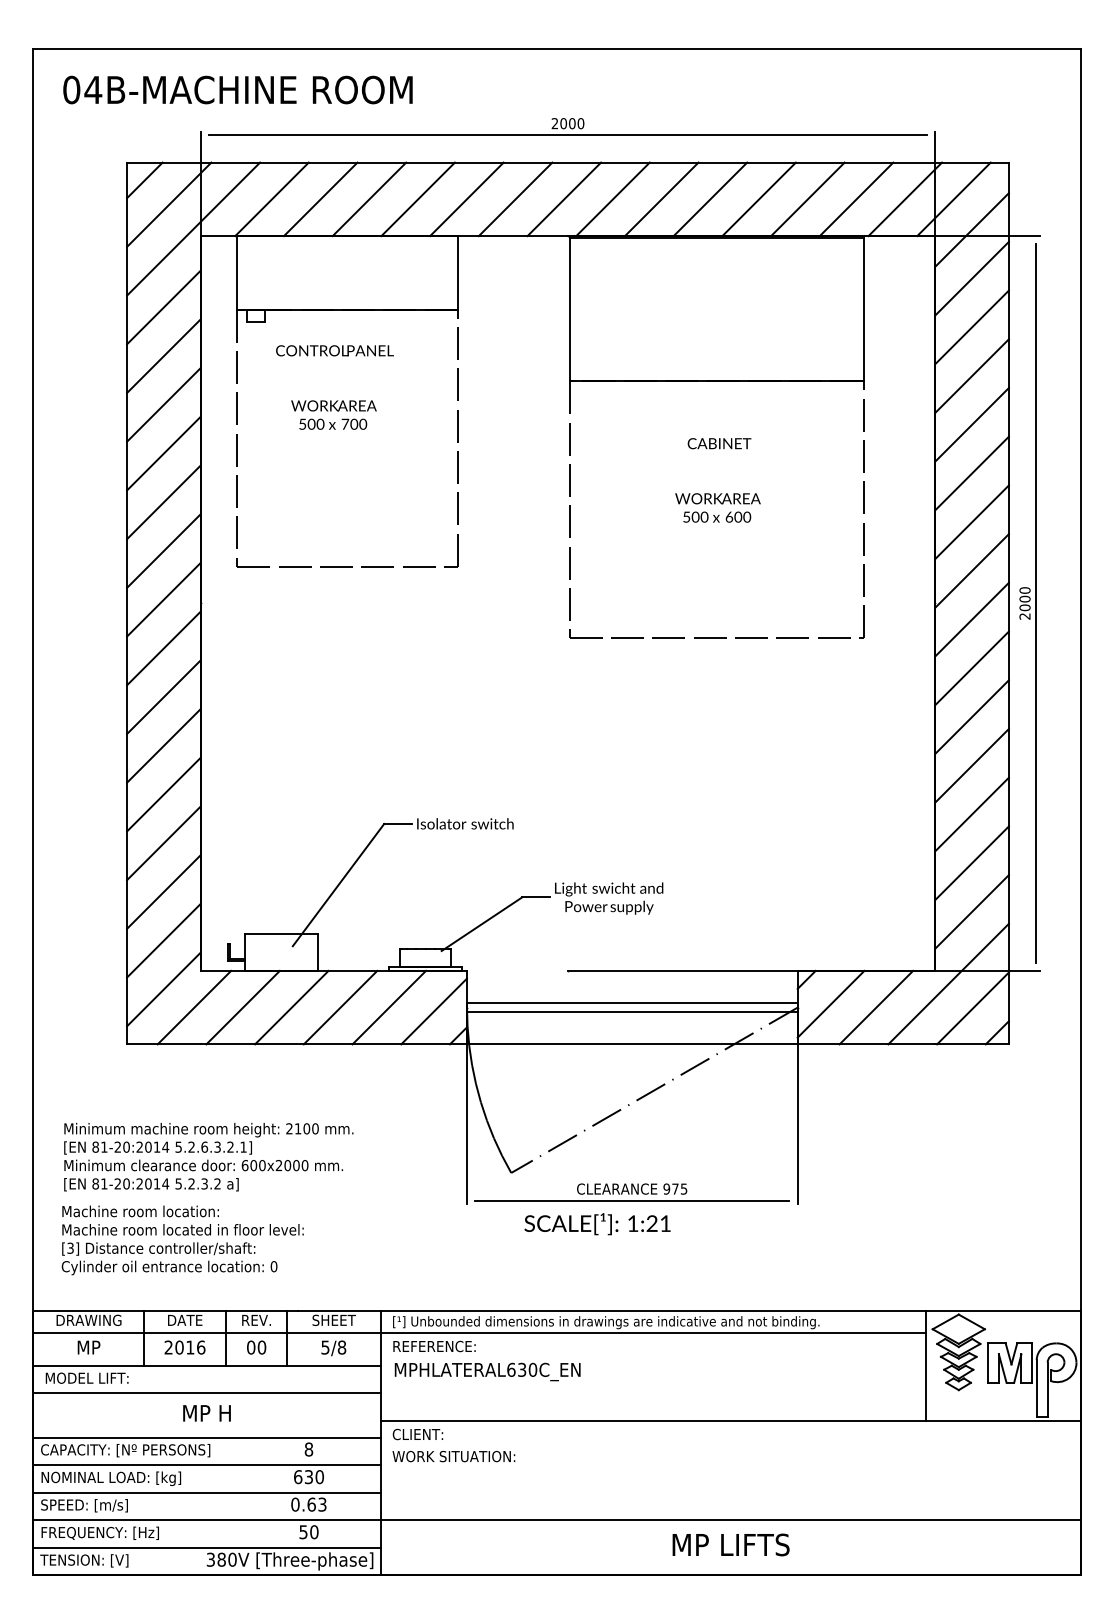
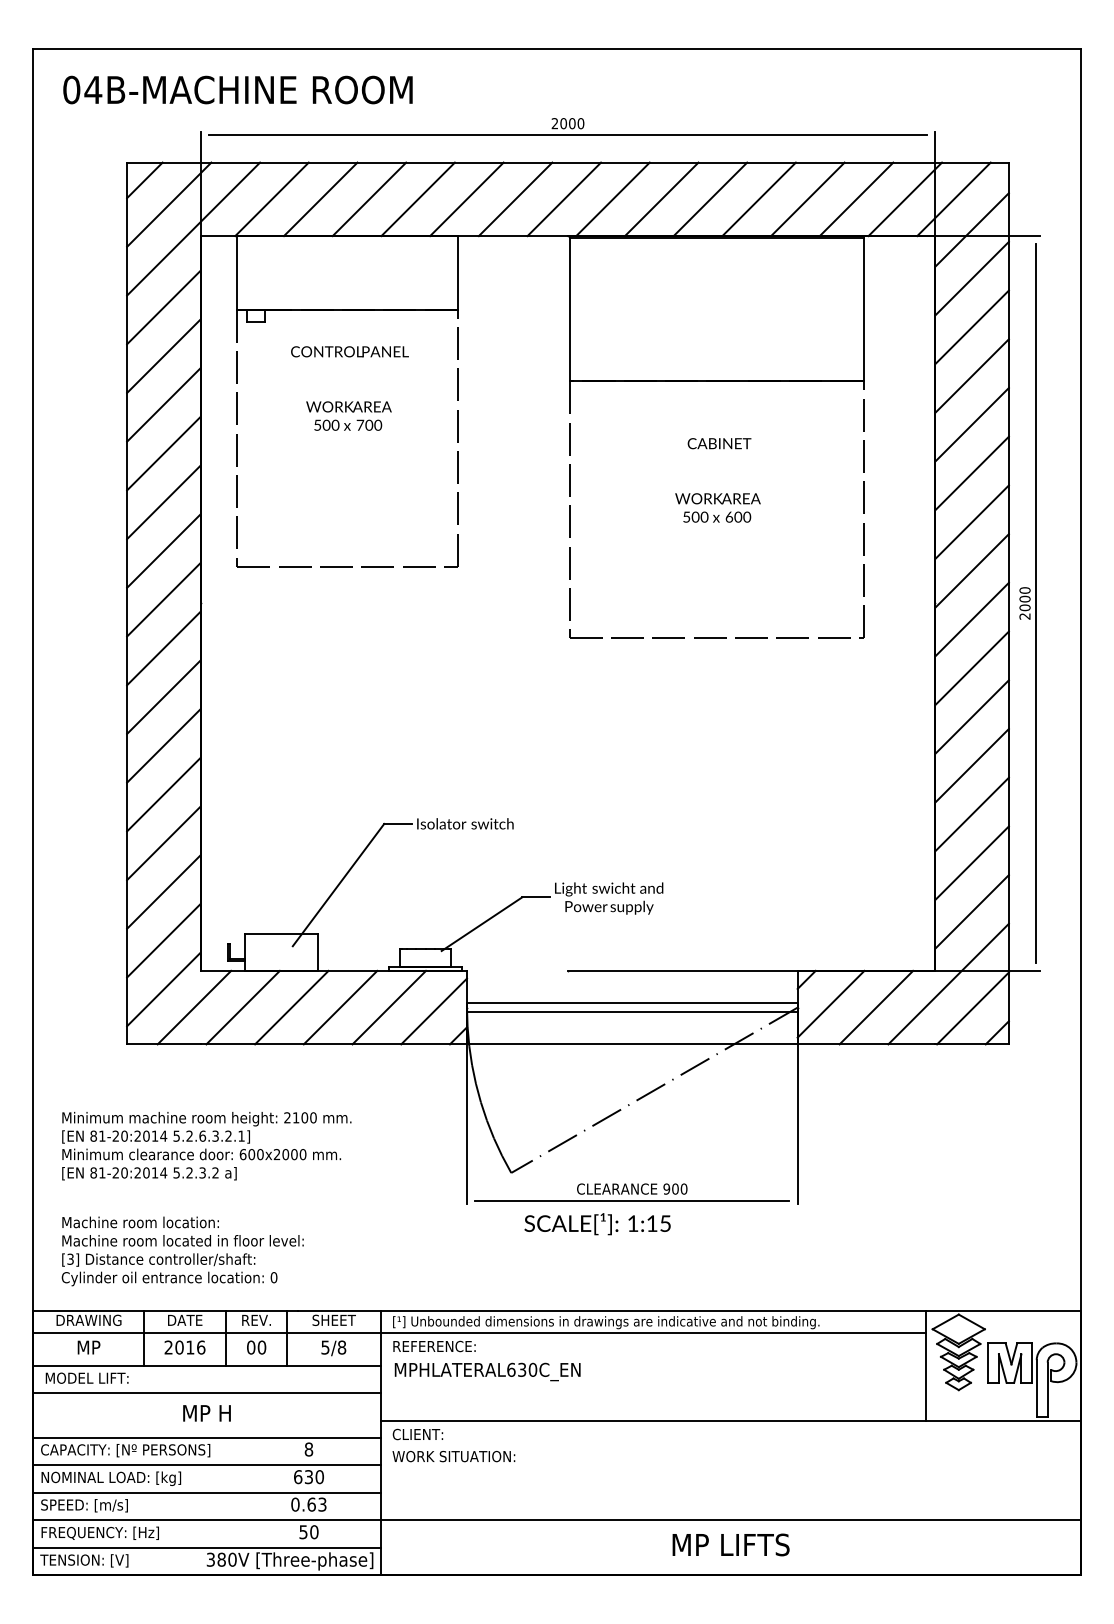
text at (334, 387) position: (334, 387) -> (349, 388)
text at (208, 1157) position: (208, 1157) -> (206, 1146)
text at (679, 1188): 975 -> 900
text at (658, 1223): 1:21 -> 1:15
text at (182, 1240) position: (182, 1240) -> (182, 1251)
